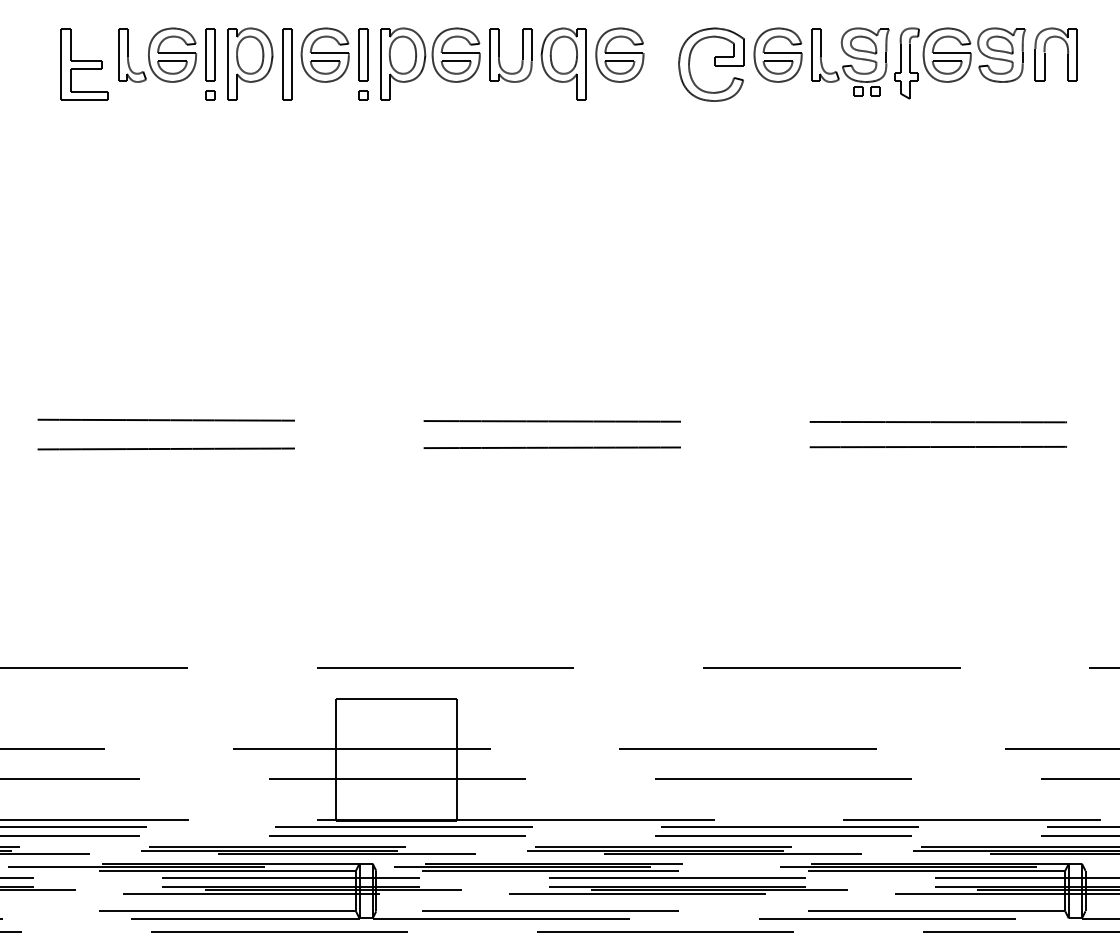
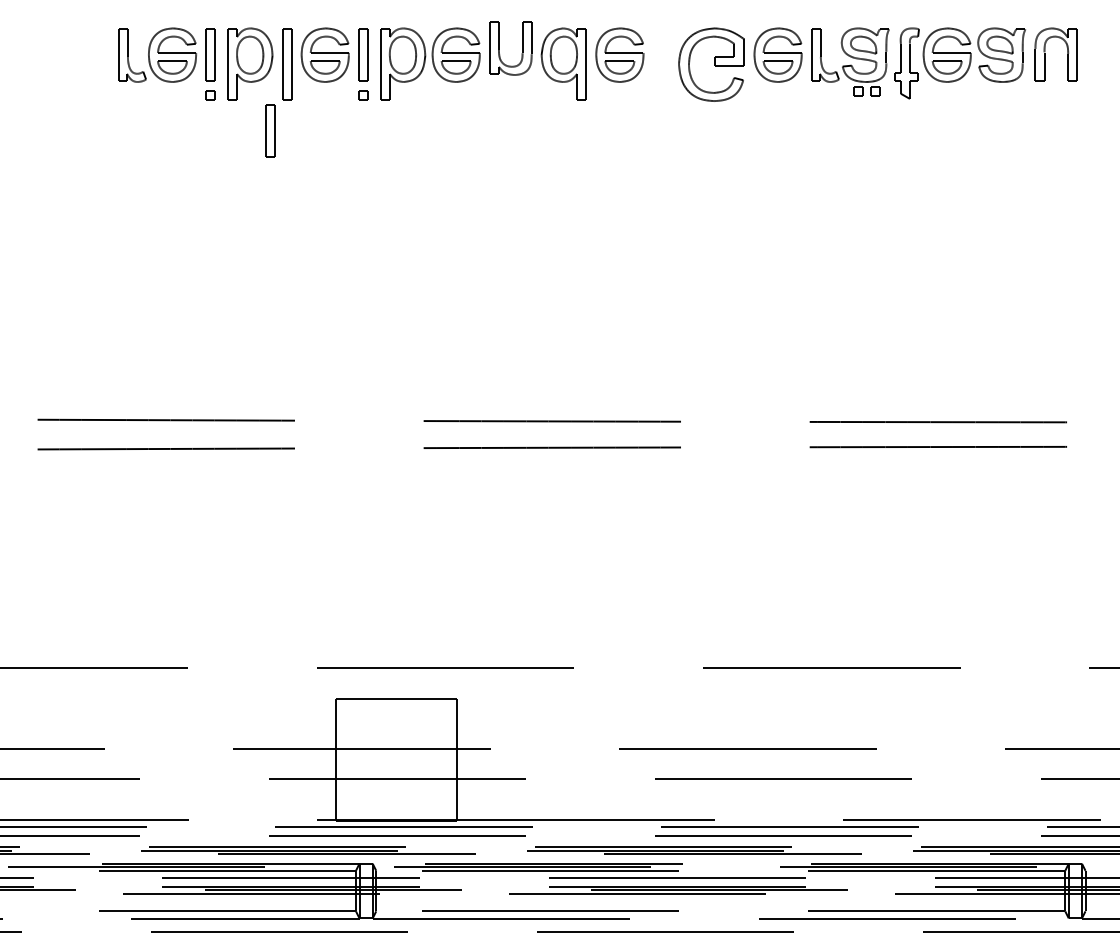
part at (499, 55) position: (499, 55) -> (499, 48)
part at (84, 64): present -> none
part at (270, 130): none -> present
